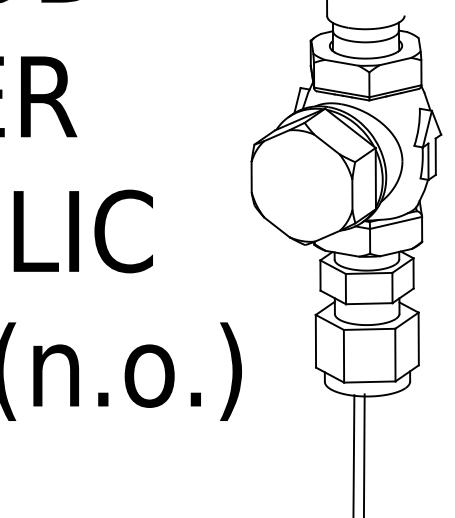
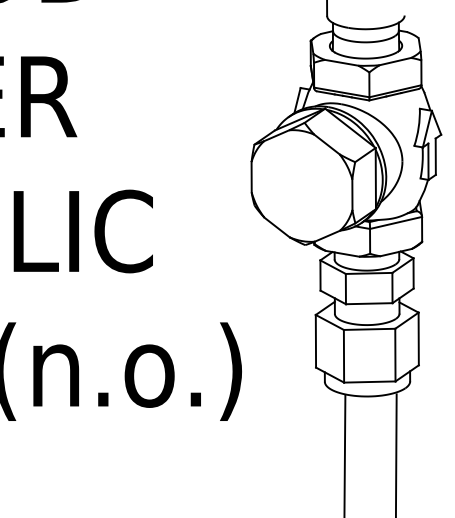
line at (353, 454) position: (353, 454) -> (344, 454)
line at (363, 454) position: (363, 454) -> (395, 454)
